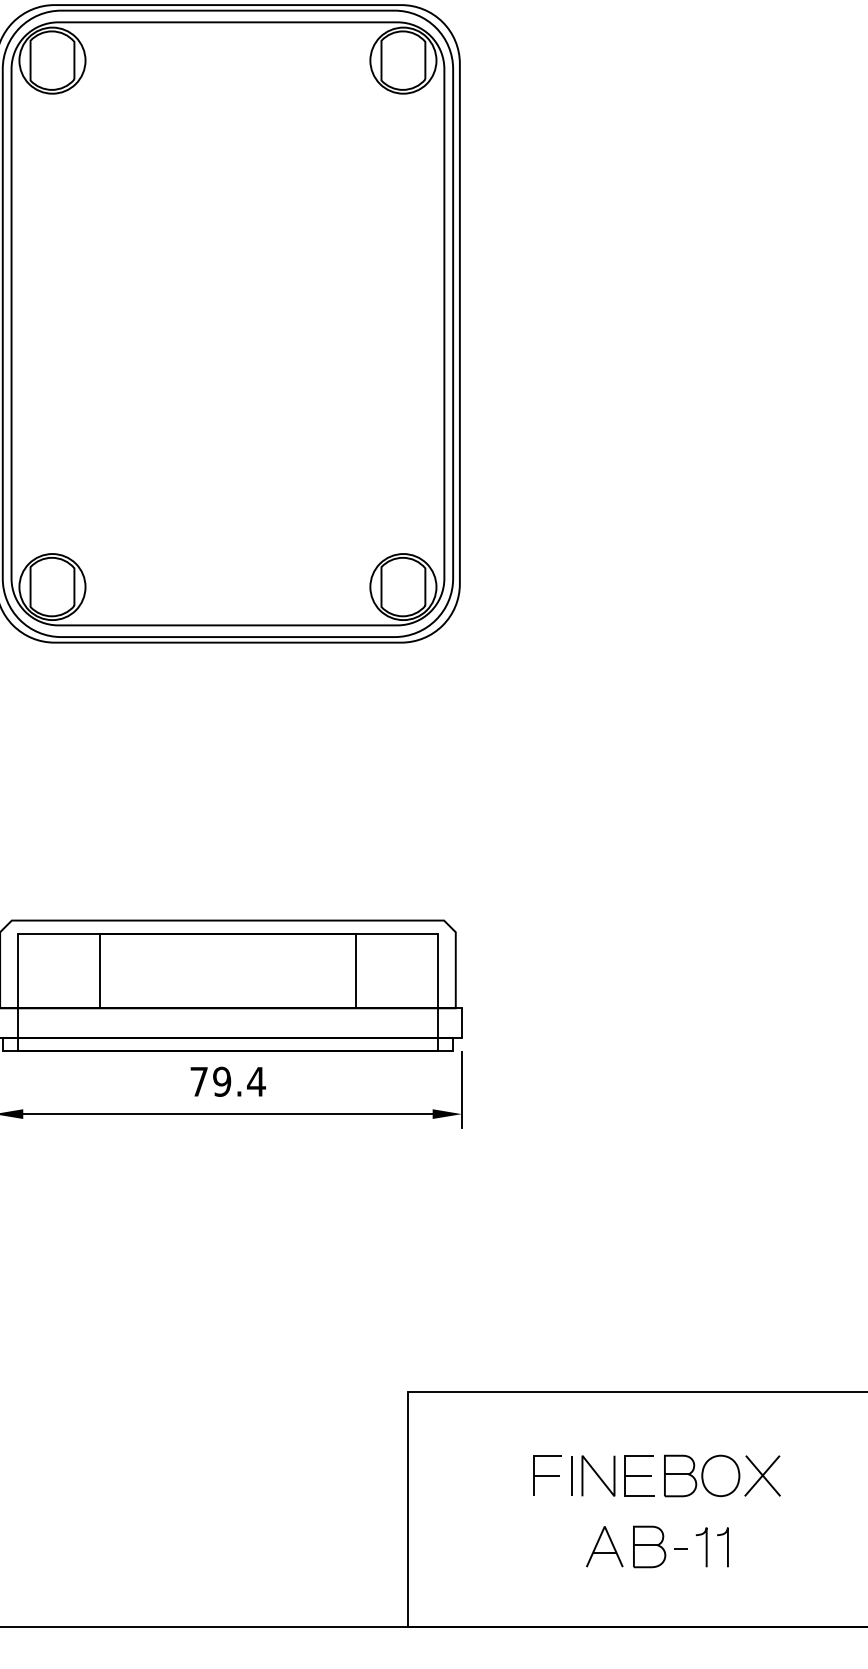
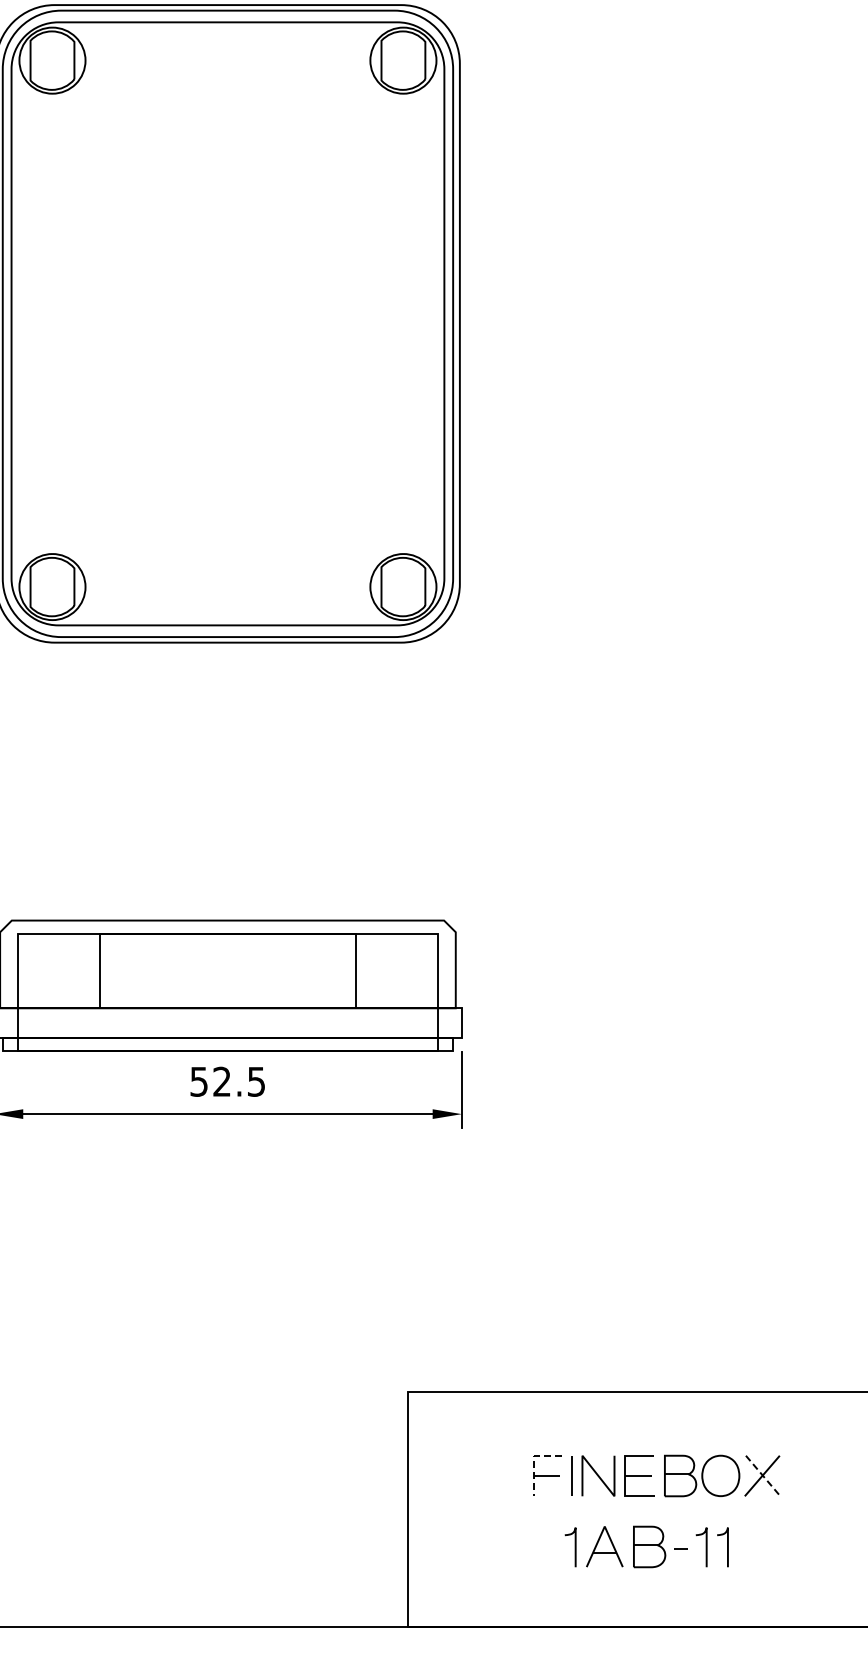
text at (228, 1081): 79.4 -> 52.5
line at (534, 1461): solid -> dashed
line at (763, 1476): solid -> dashed
curve at (574, 1547): none -> present
